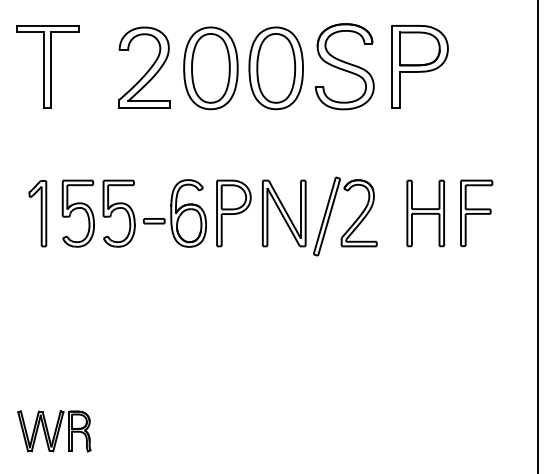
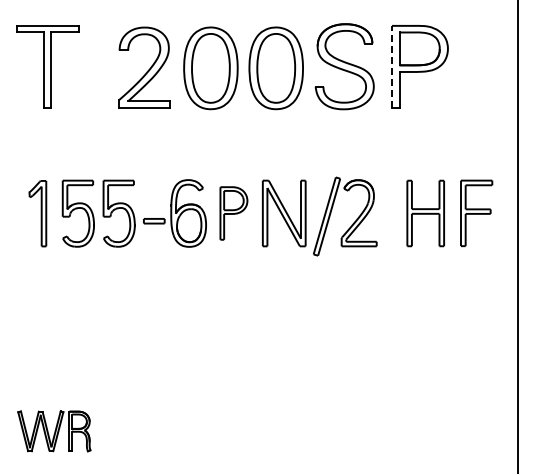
line at (392, 66): solid -> dashed
part at (233, 213) size: 36x69 px -> 30x55 px
line at (538, 236) position: (538, 236) -> (518, 236)
